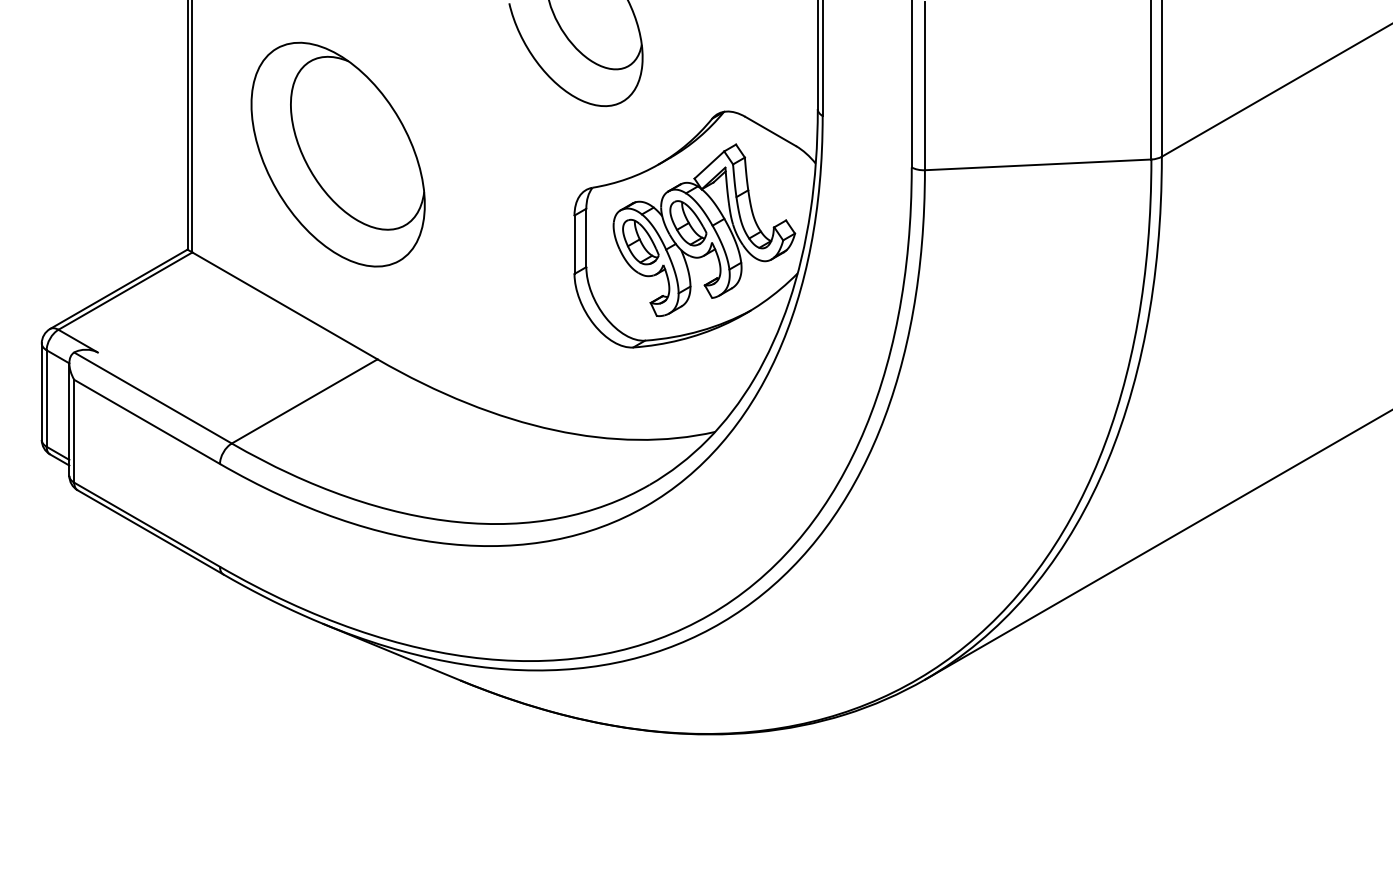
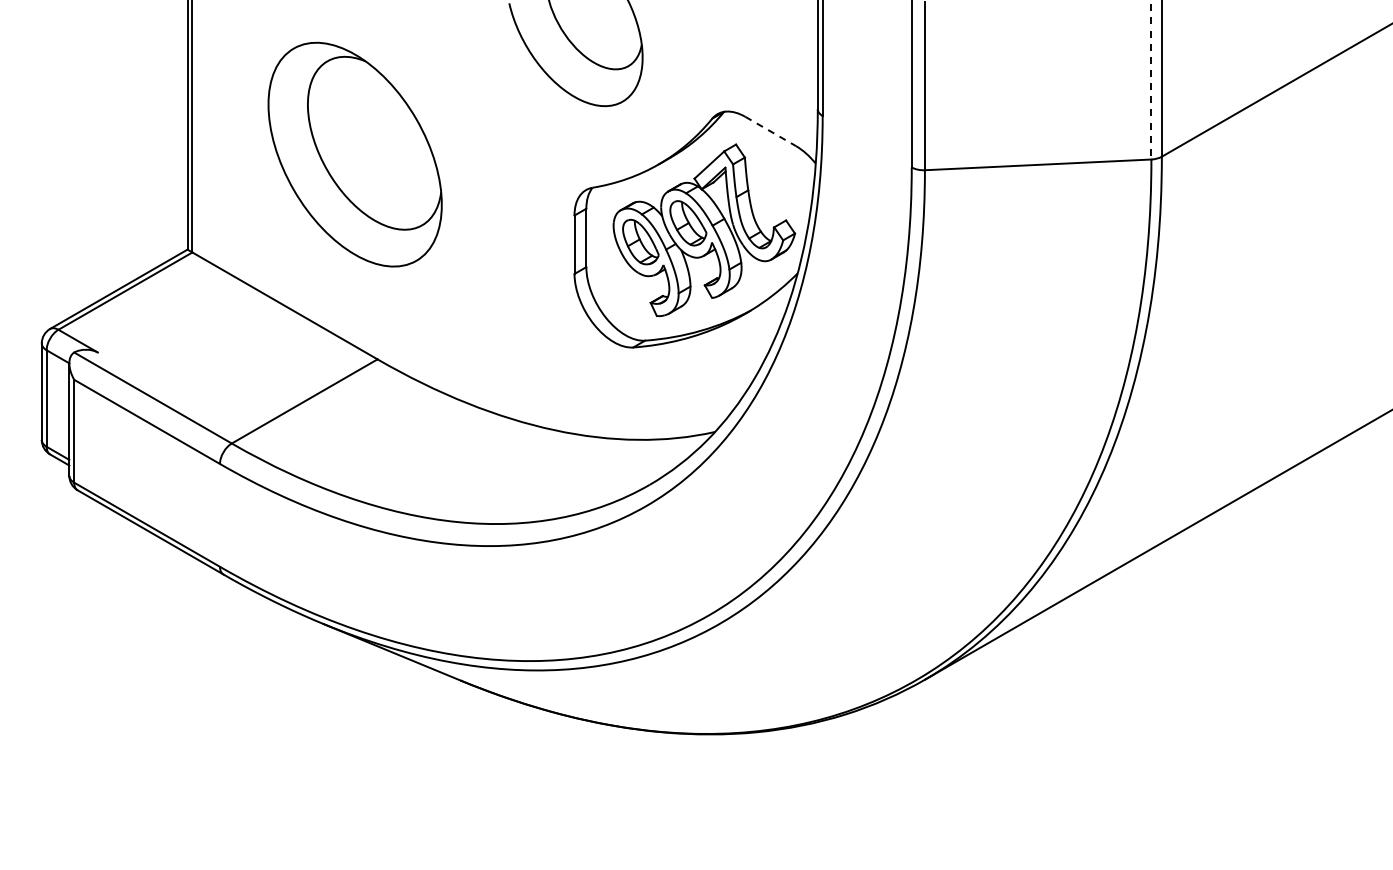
line at (1151, 79): solid -> dashed
line at (771, 131): solid -> dashed
part at (337, 154) position: (337, 154) -> (354, 154)
